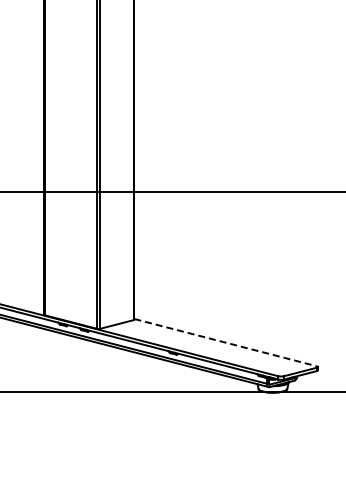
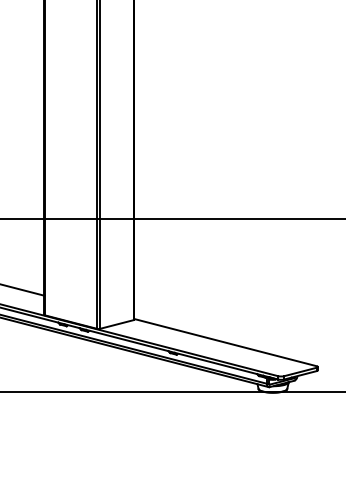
line at (172, 192) position: (172, 192) -> (172, 219)
line at (23, 289): none -> present
line at (226, 342): dashed -> solid
